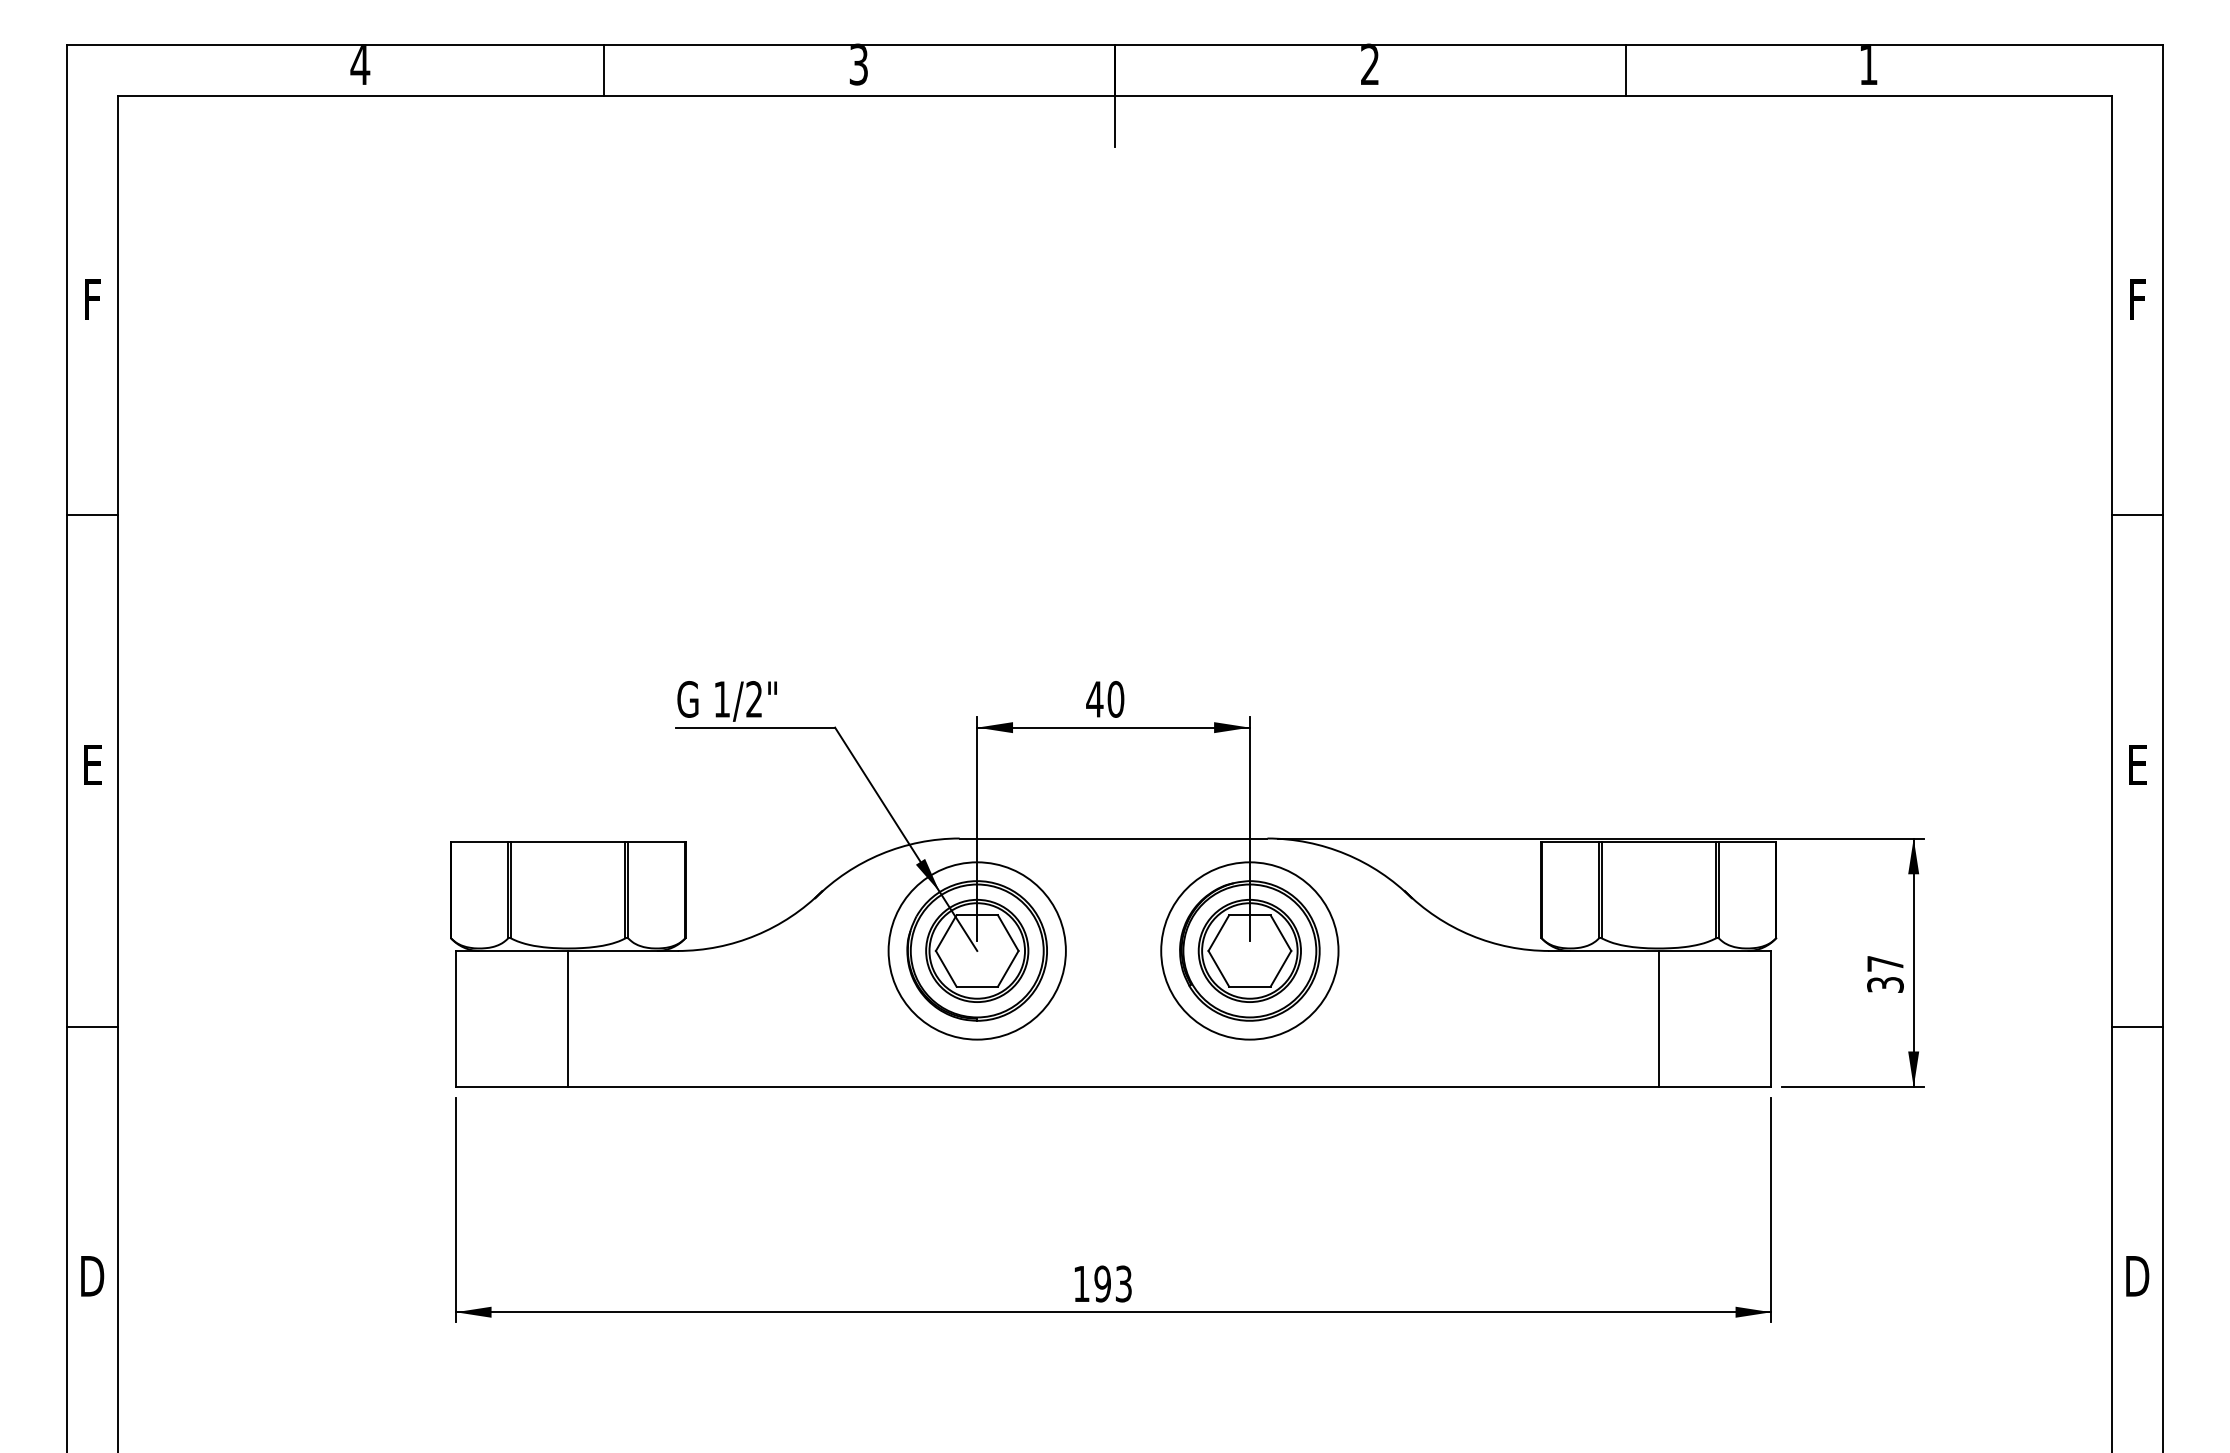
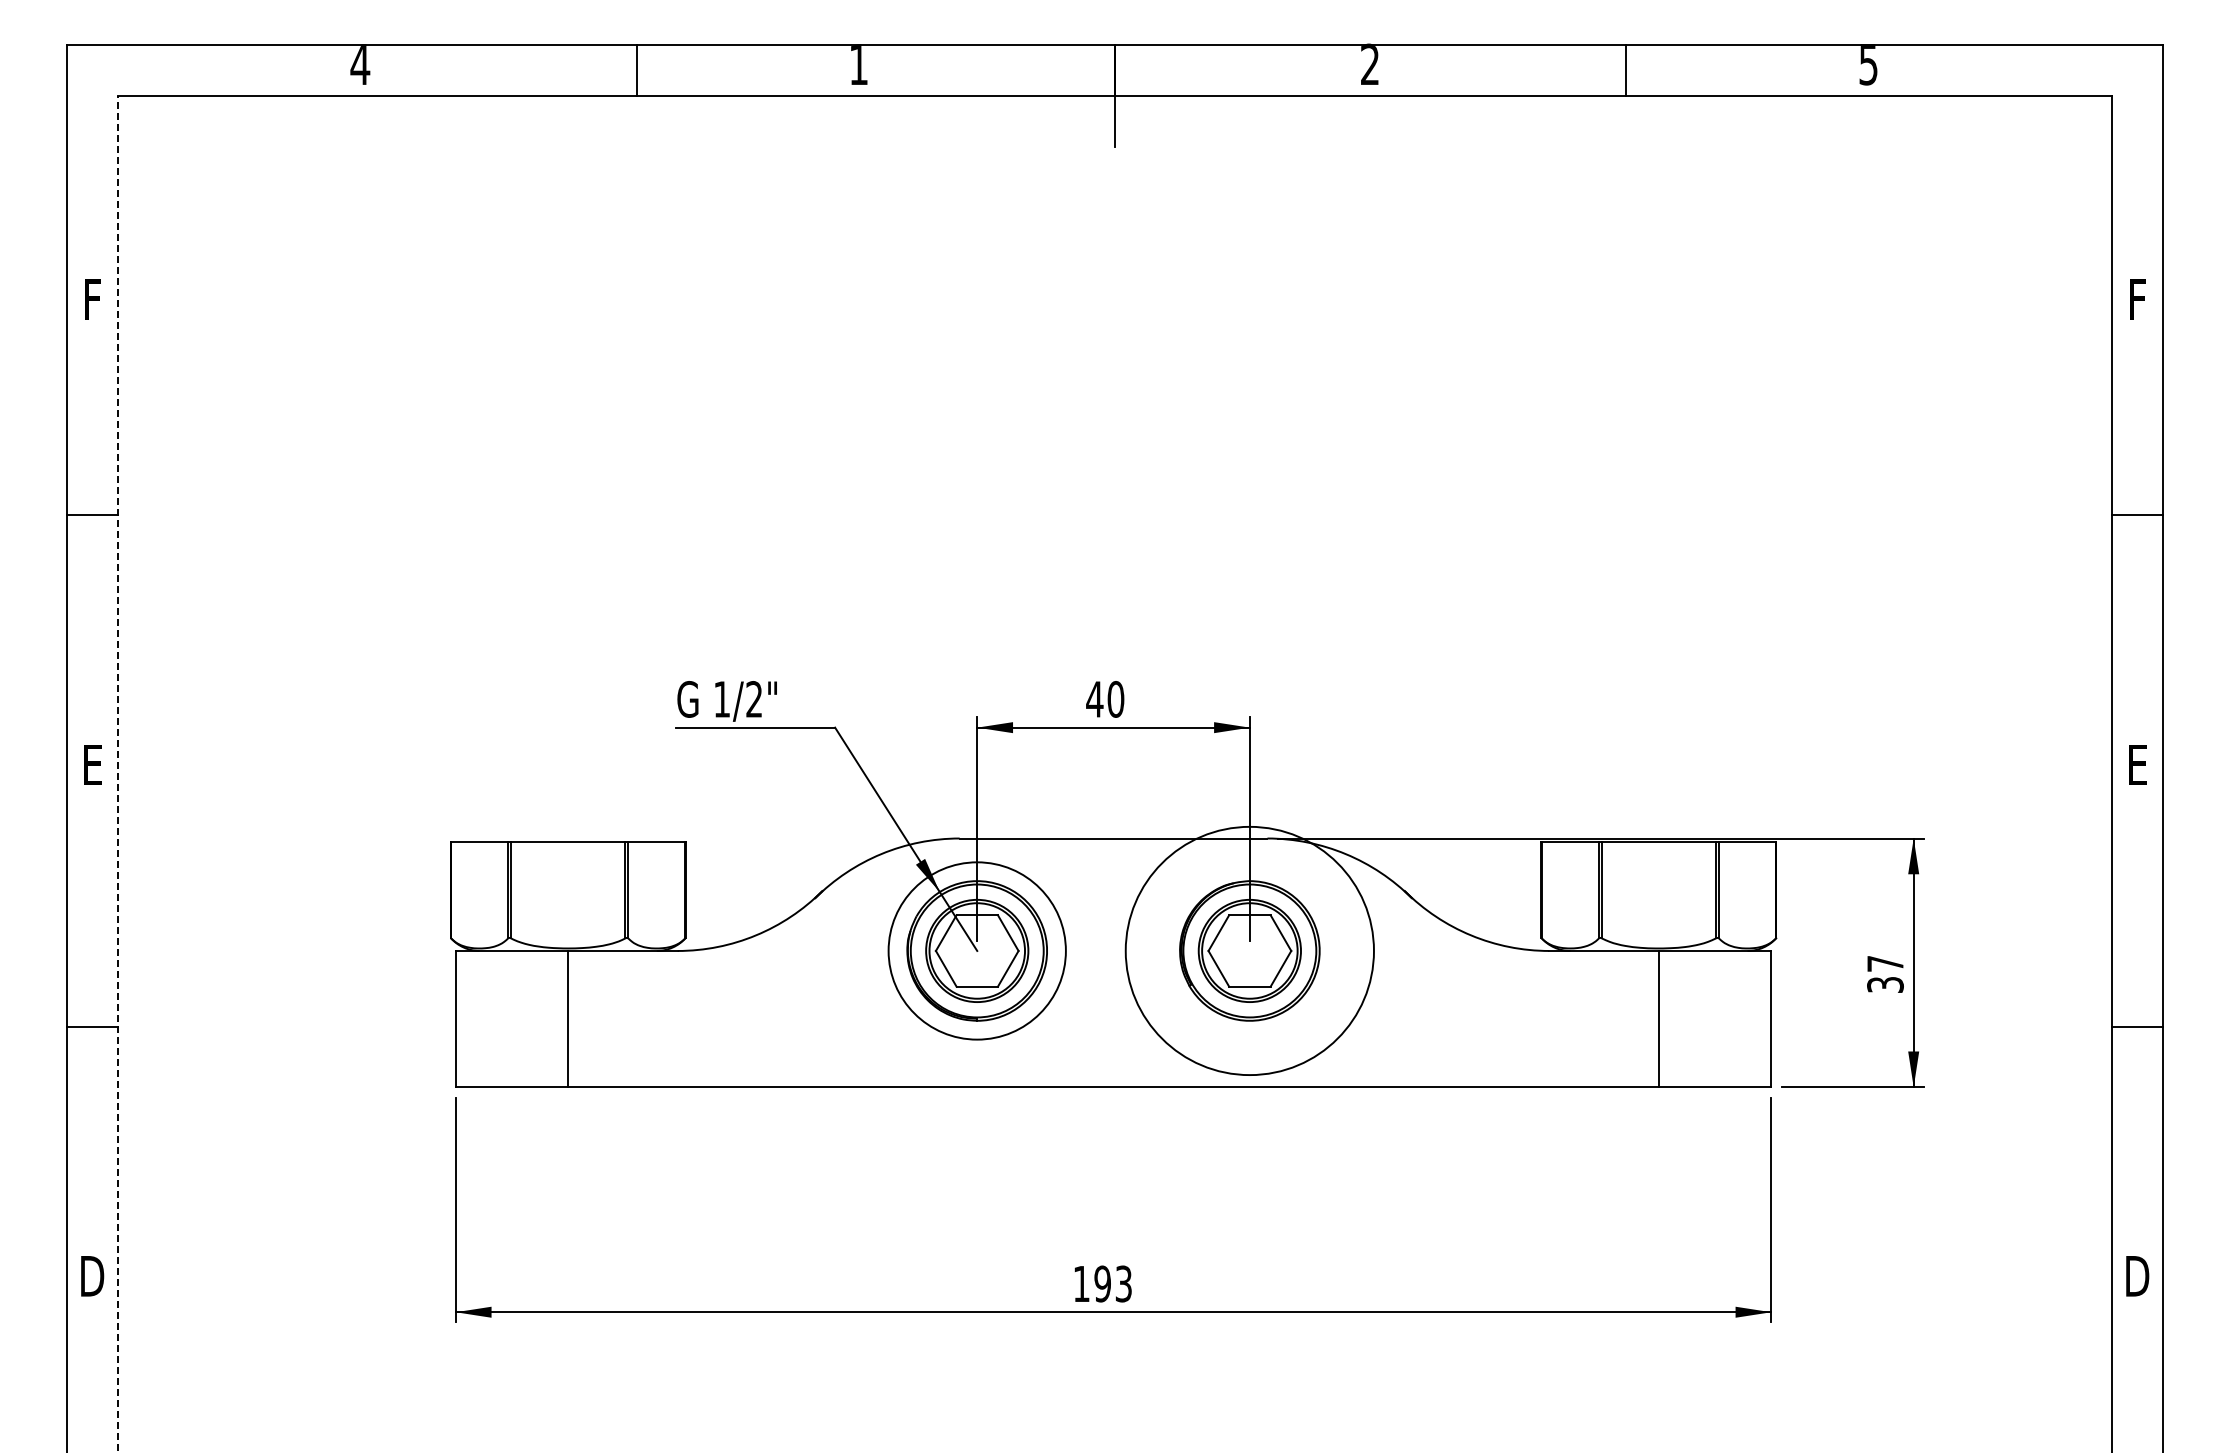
text at (858, 64): 3 -> 1
text at (1868, 65): 1 -> 5
line at (603, 70) position: (603, 70) -> (636, 70)
line at (118, 773): solid -> dashed
circle at (1249, 950) diameter: 177 px -> 248 px
